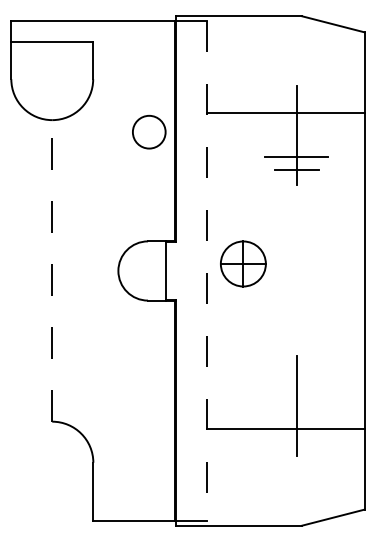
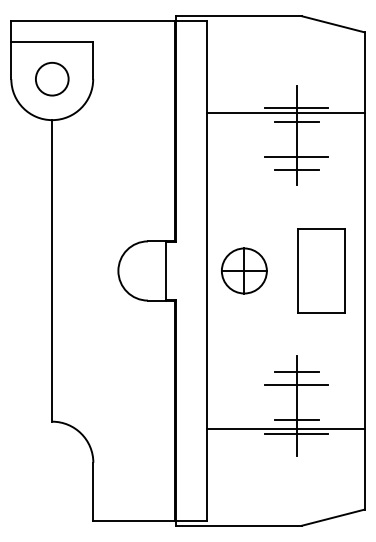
line at (296, 108): none -> present
line at (296, 121): none -> present
circle at (149, 131) position: (149, 131) -> (52, 78)
part at (243, 263) position: (243, 263) -> (244, 270)
line at (52, 270): dashed -> solid
part at (321, 270): none -> present
line at (207, 271): dashed -> solid
line at (296, 371): none -> present
line at (296, 385): none -> present
line at (296, 420): none -> present
line at (296, 433): none -> present
